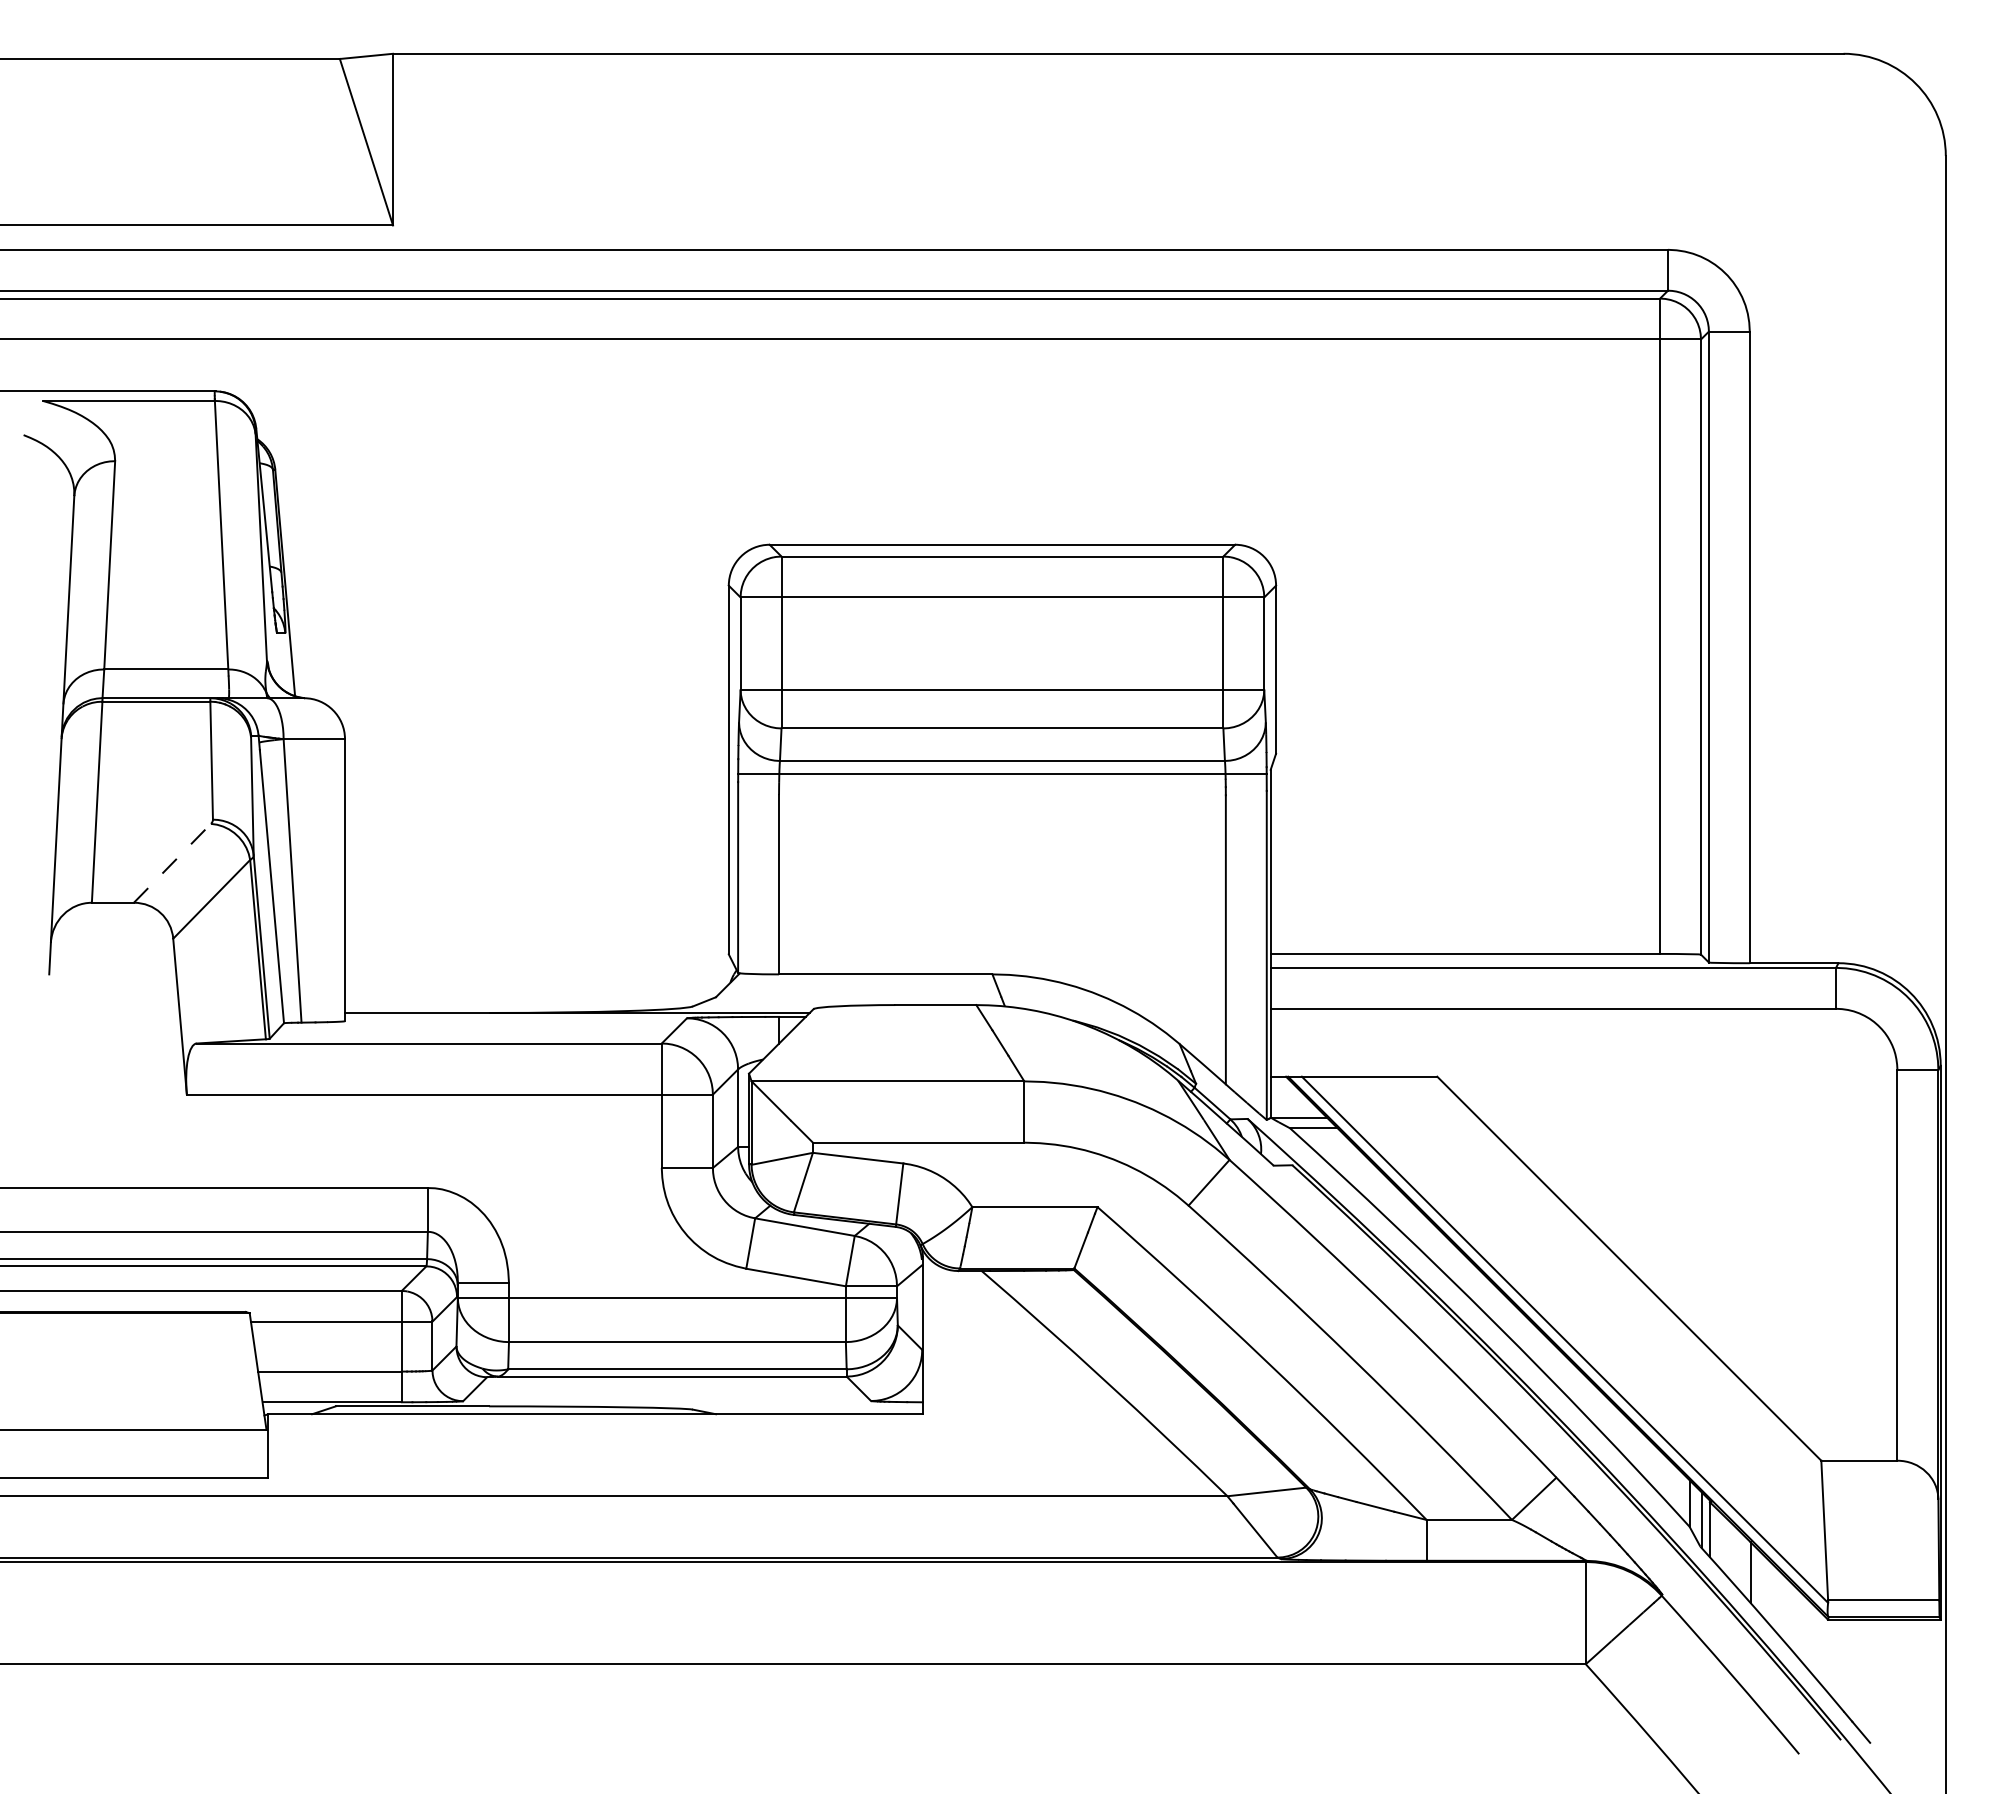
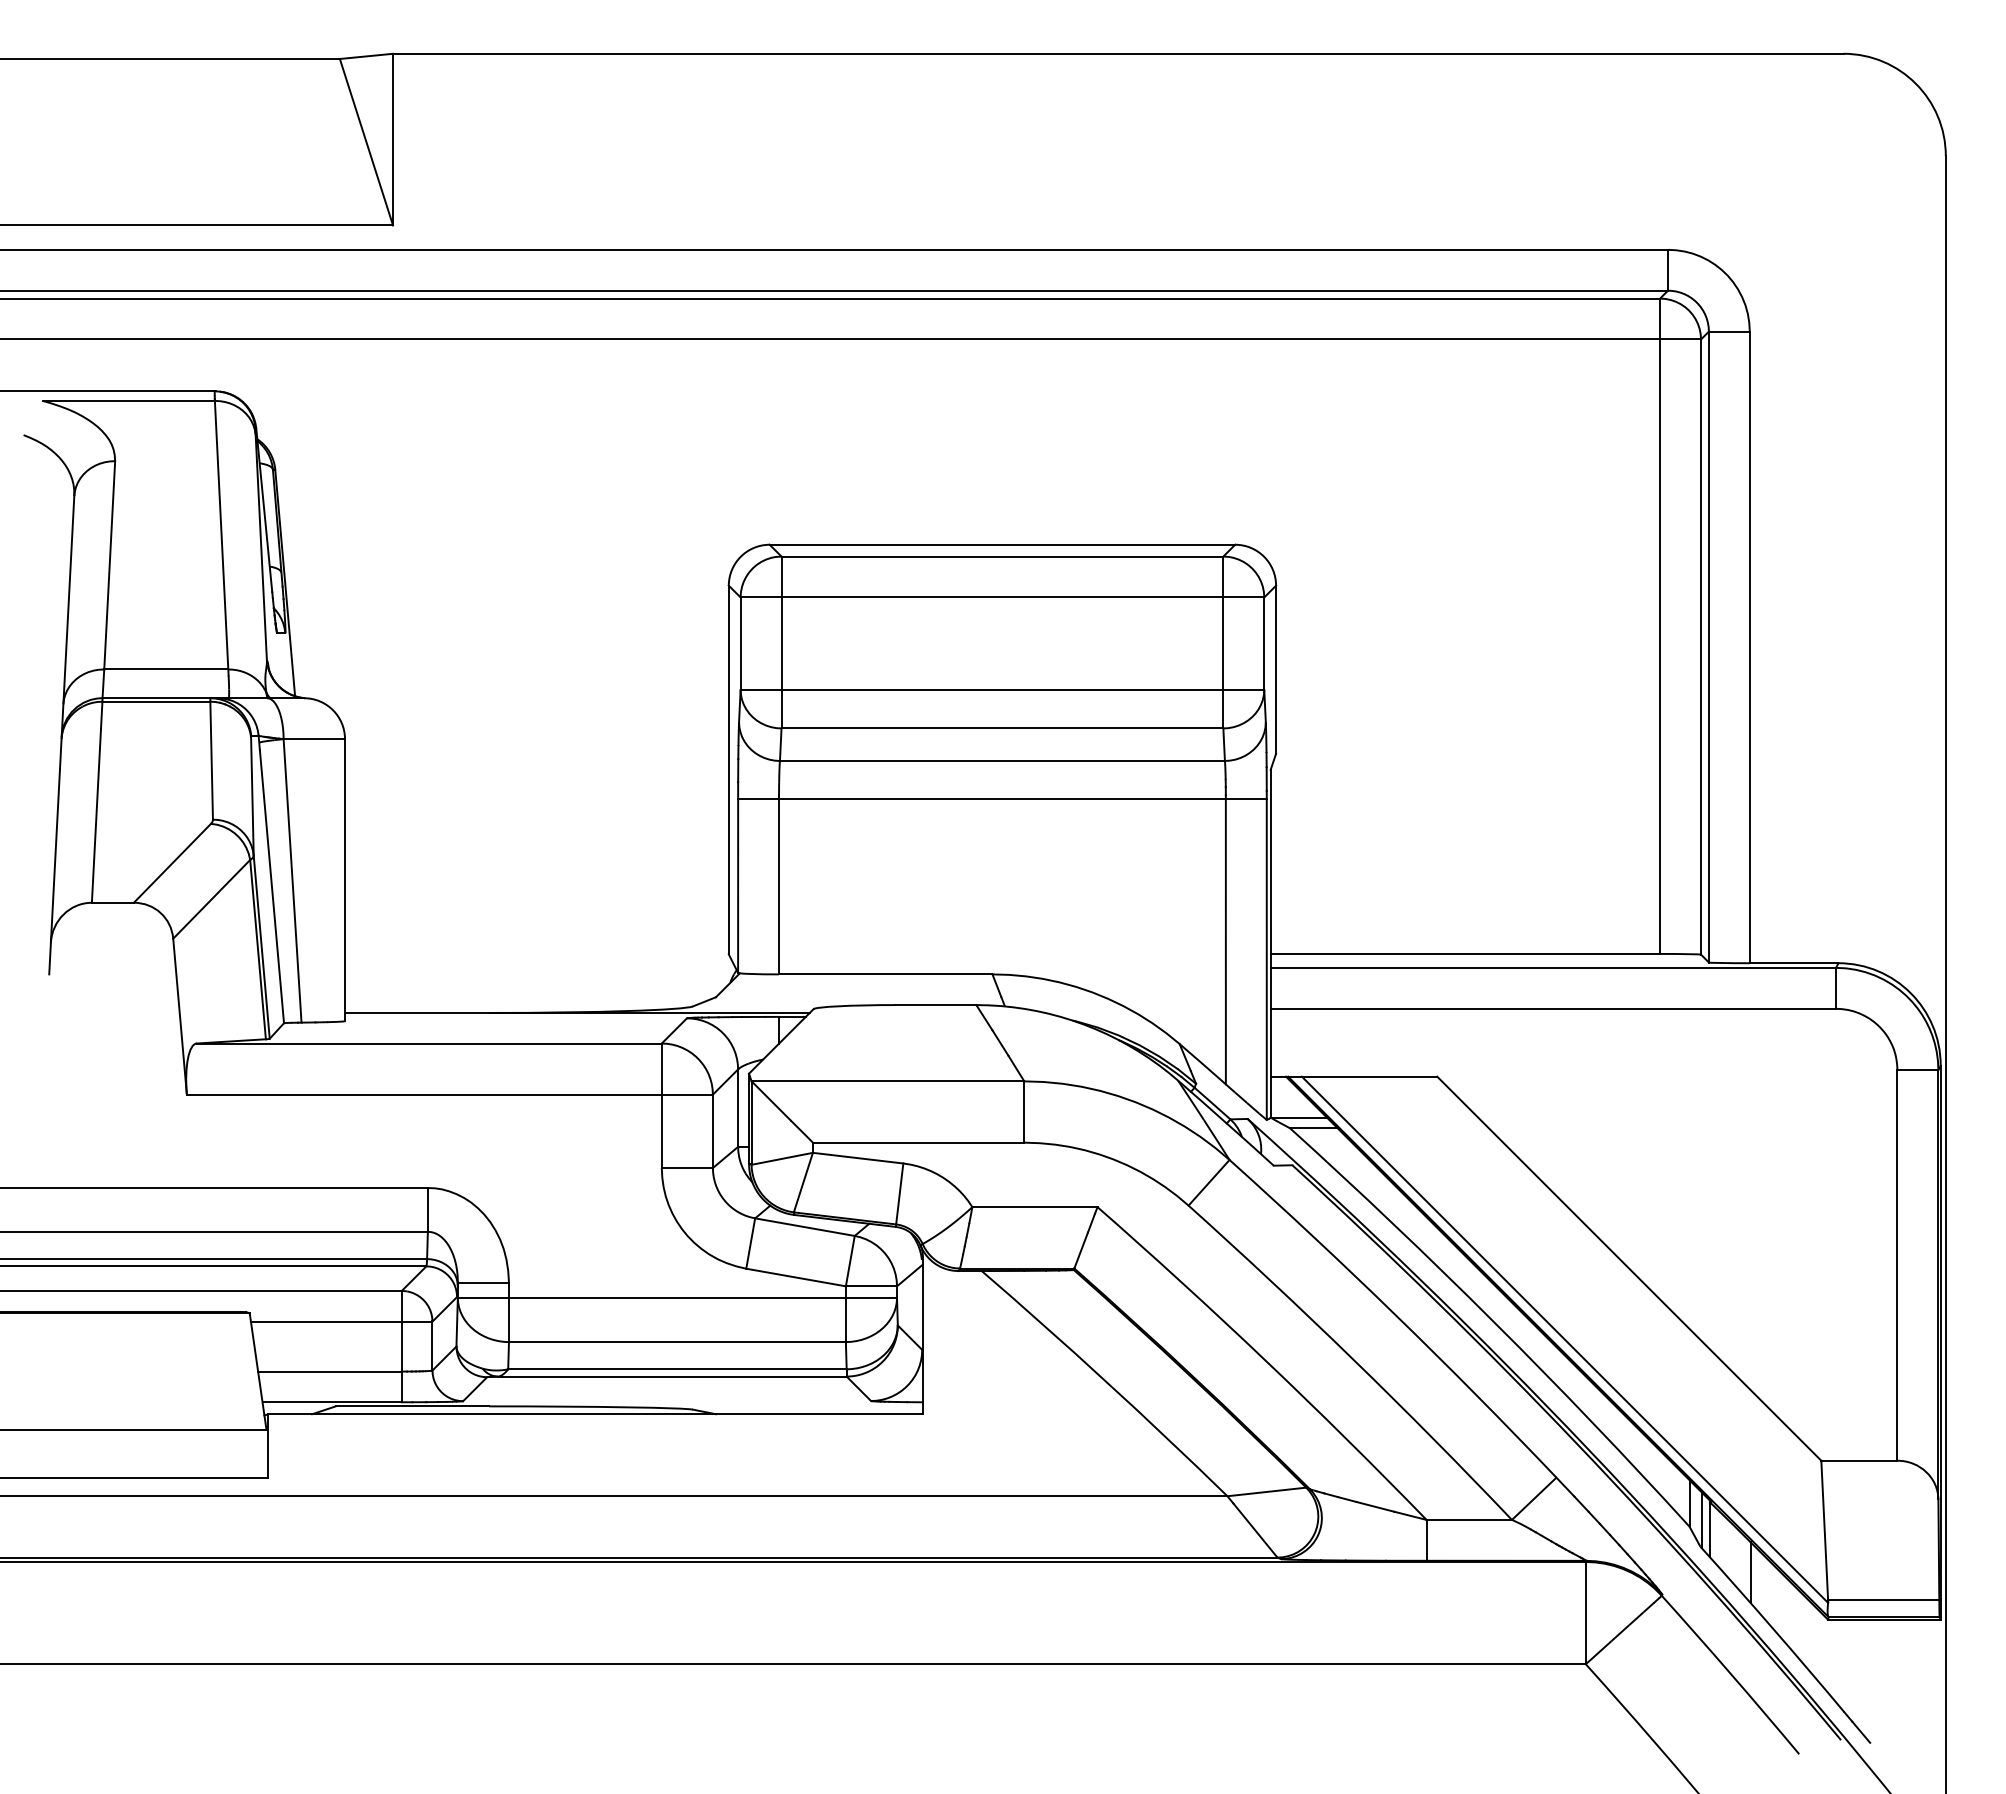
line at (1002, 774) position: (1002, 774) -> (1002, 799)
line at (172, 862): dashed -> solid
